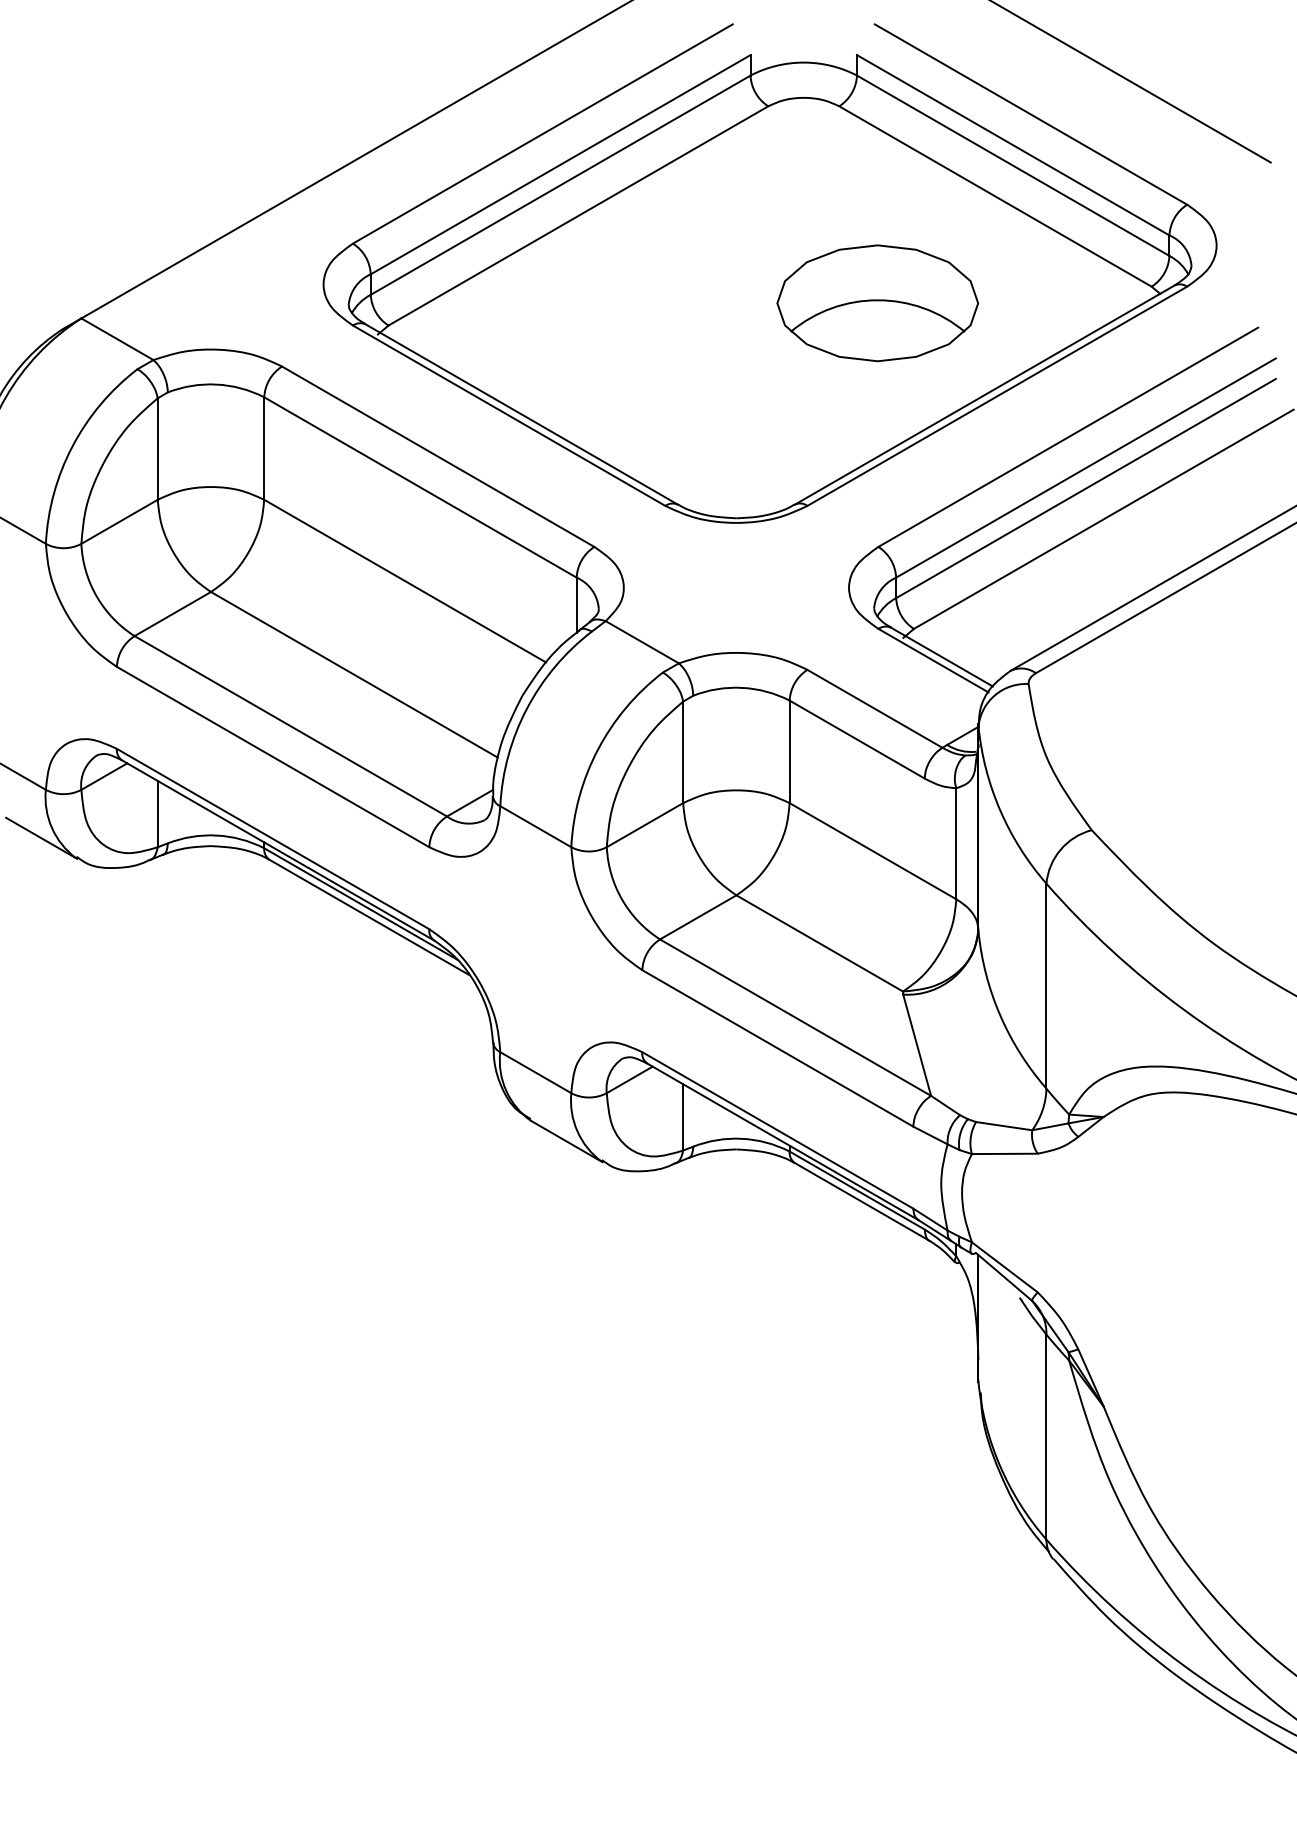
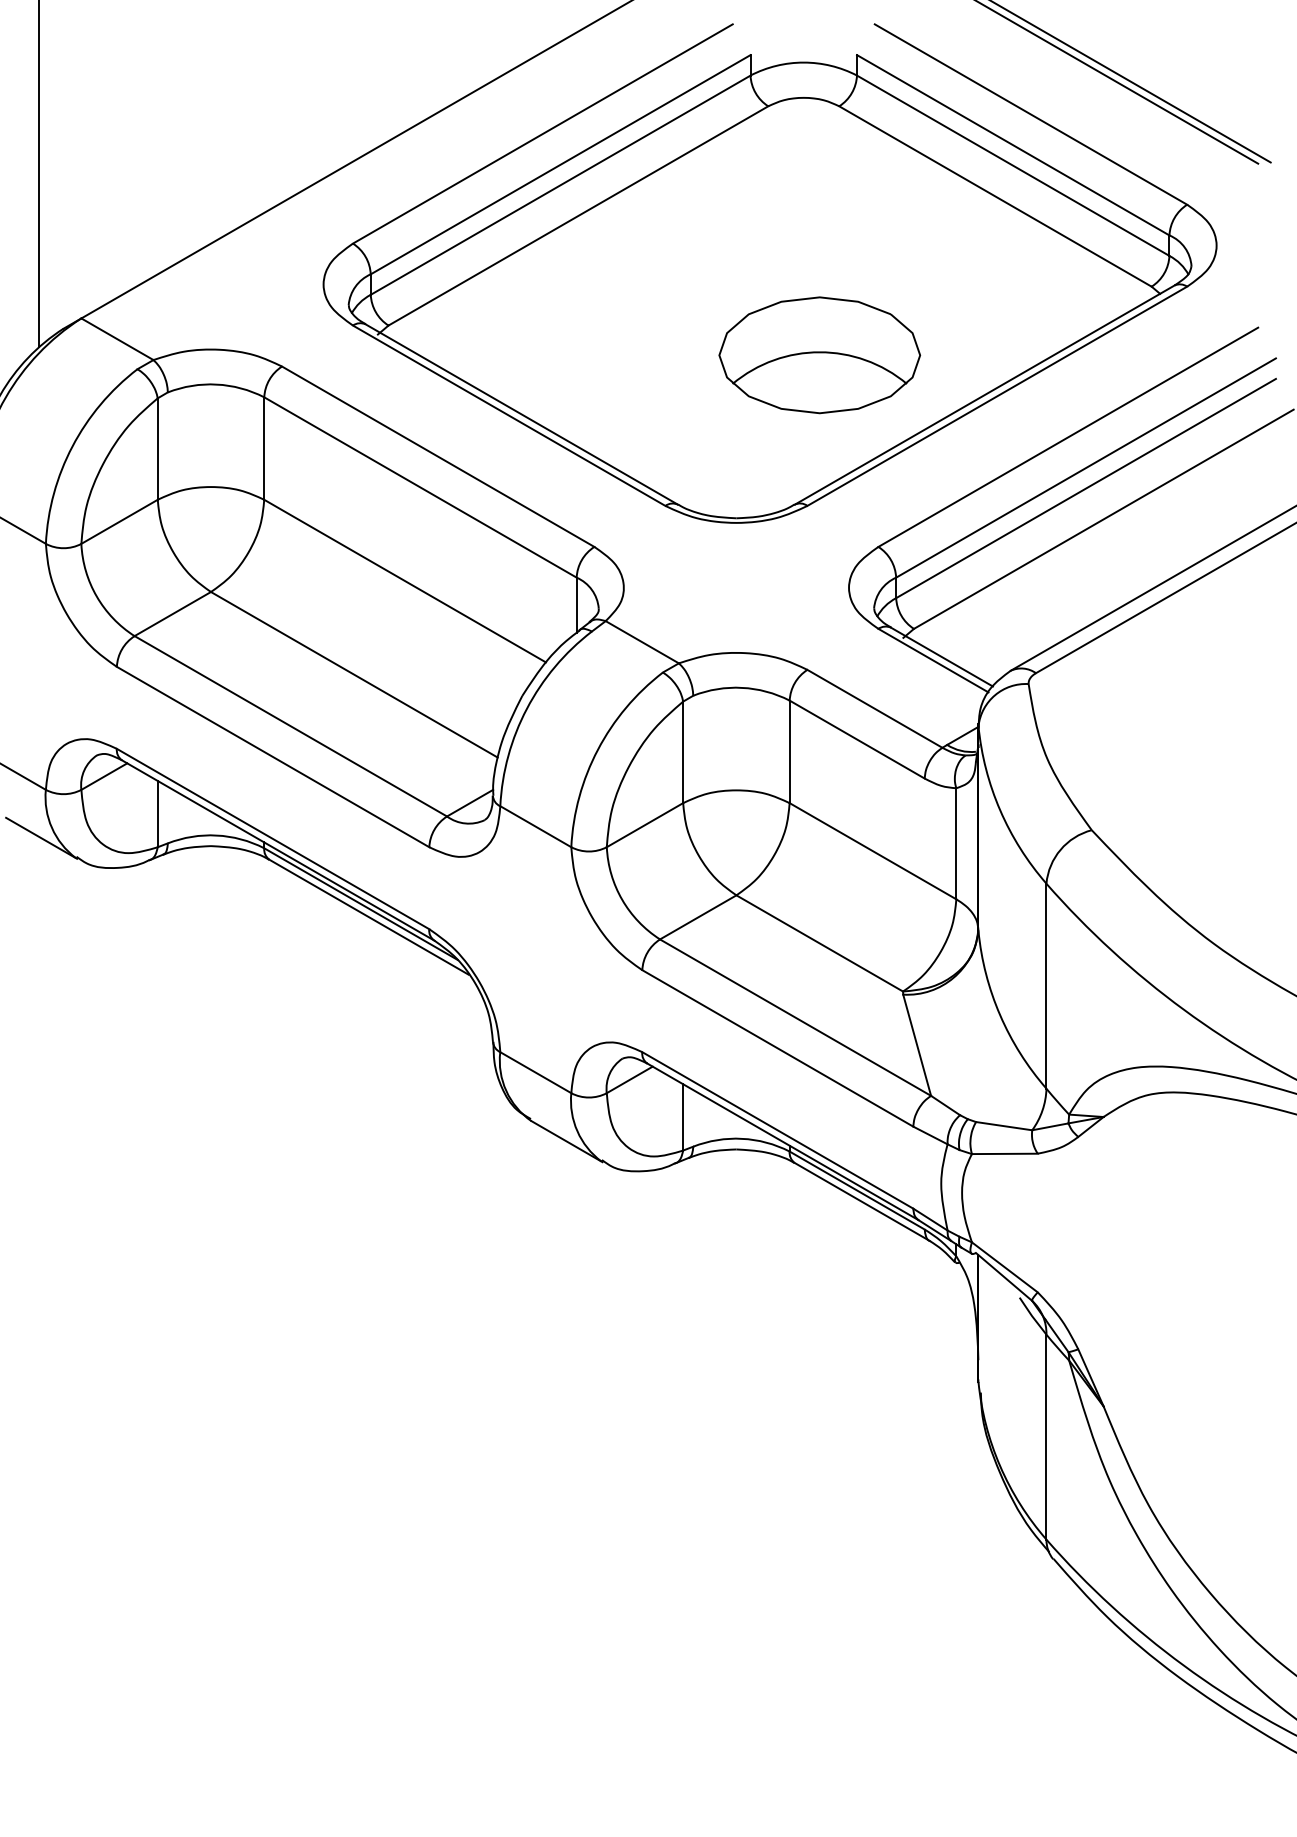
line at (1118, 82): none -> present
line at (38, 174): none -> present
part at (877, 303) position: (877, 303) -> (819, 355)
